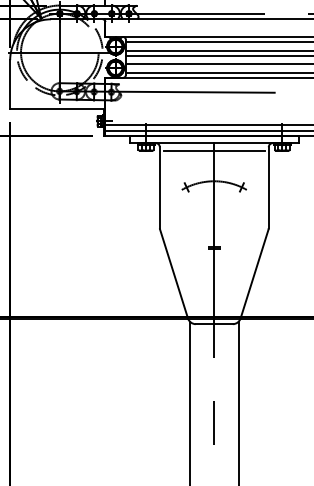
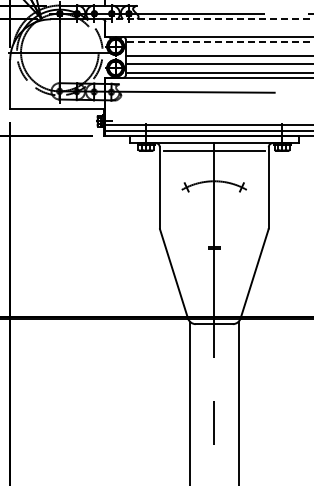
line at (209, 19): solid -> dashed
line at (219, 42): solid -> dashed
line at (217, 50): present -> none
